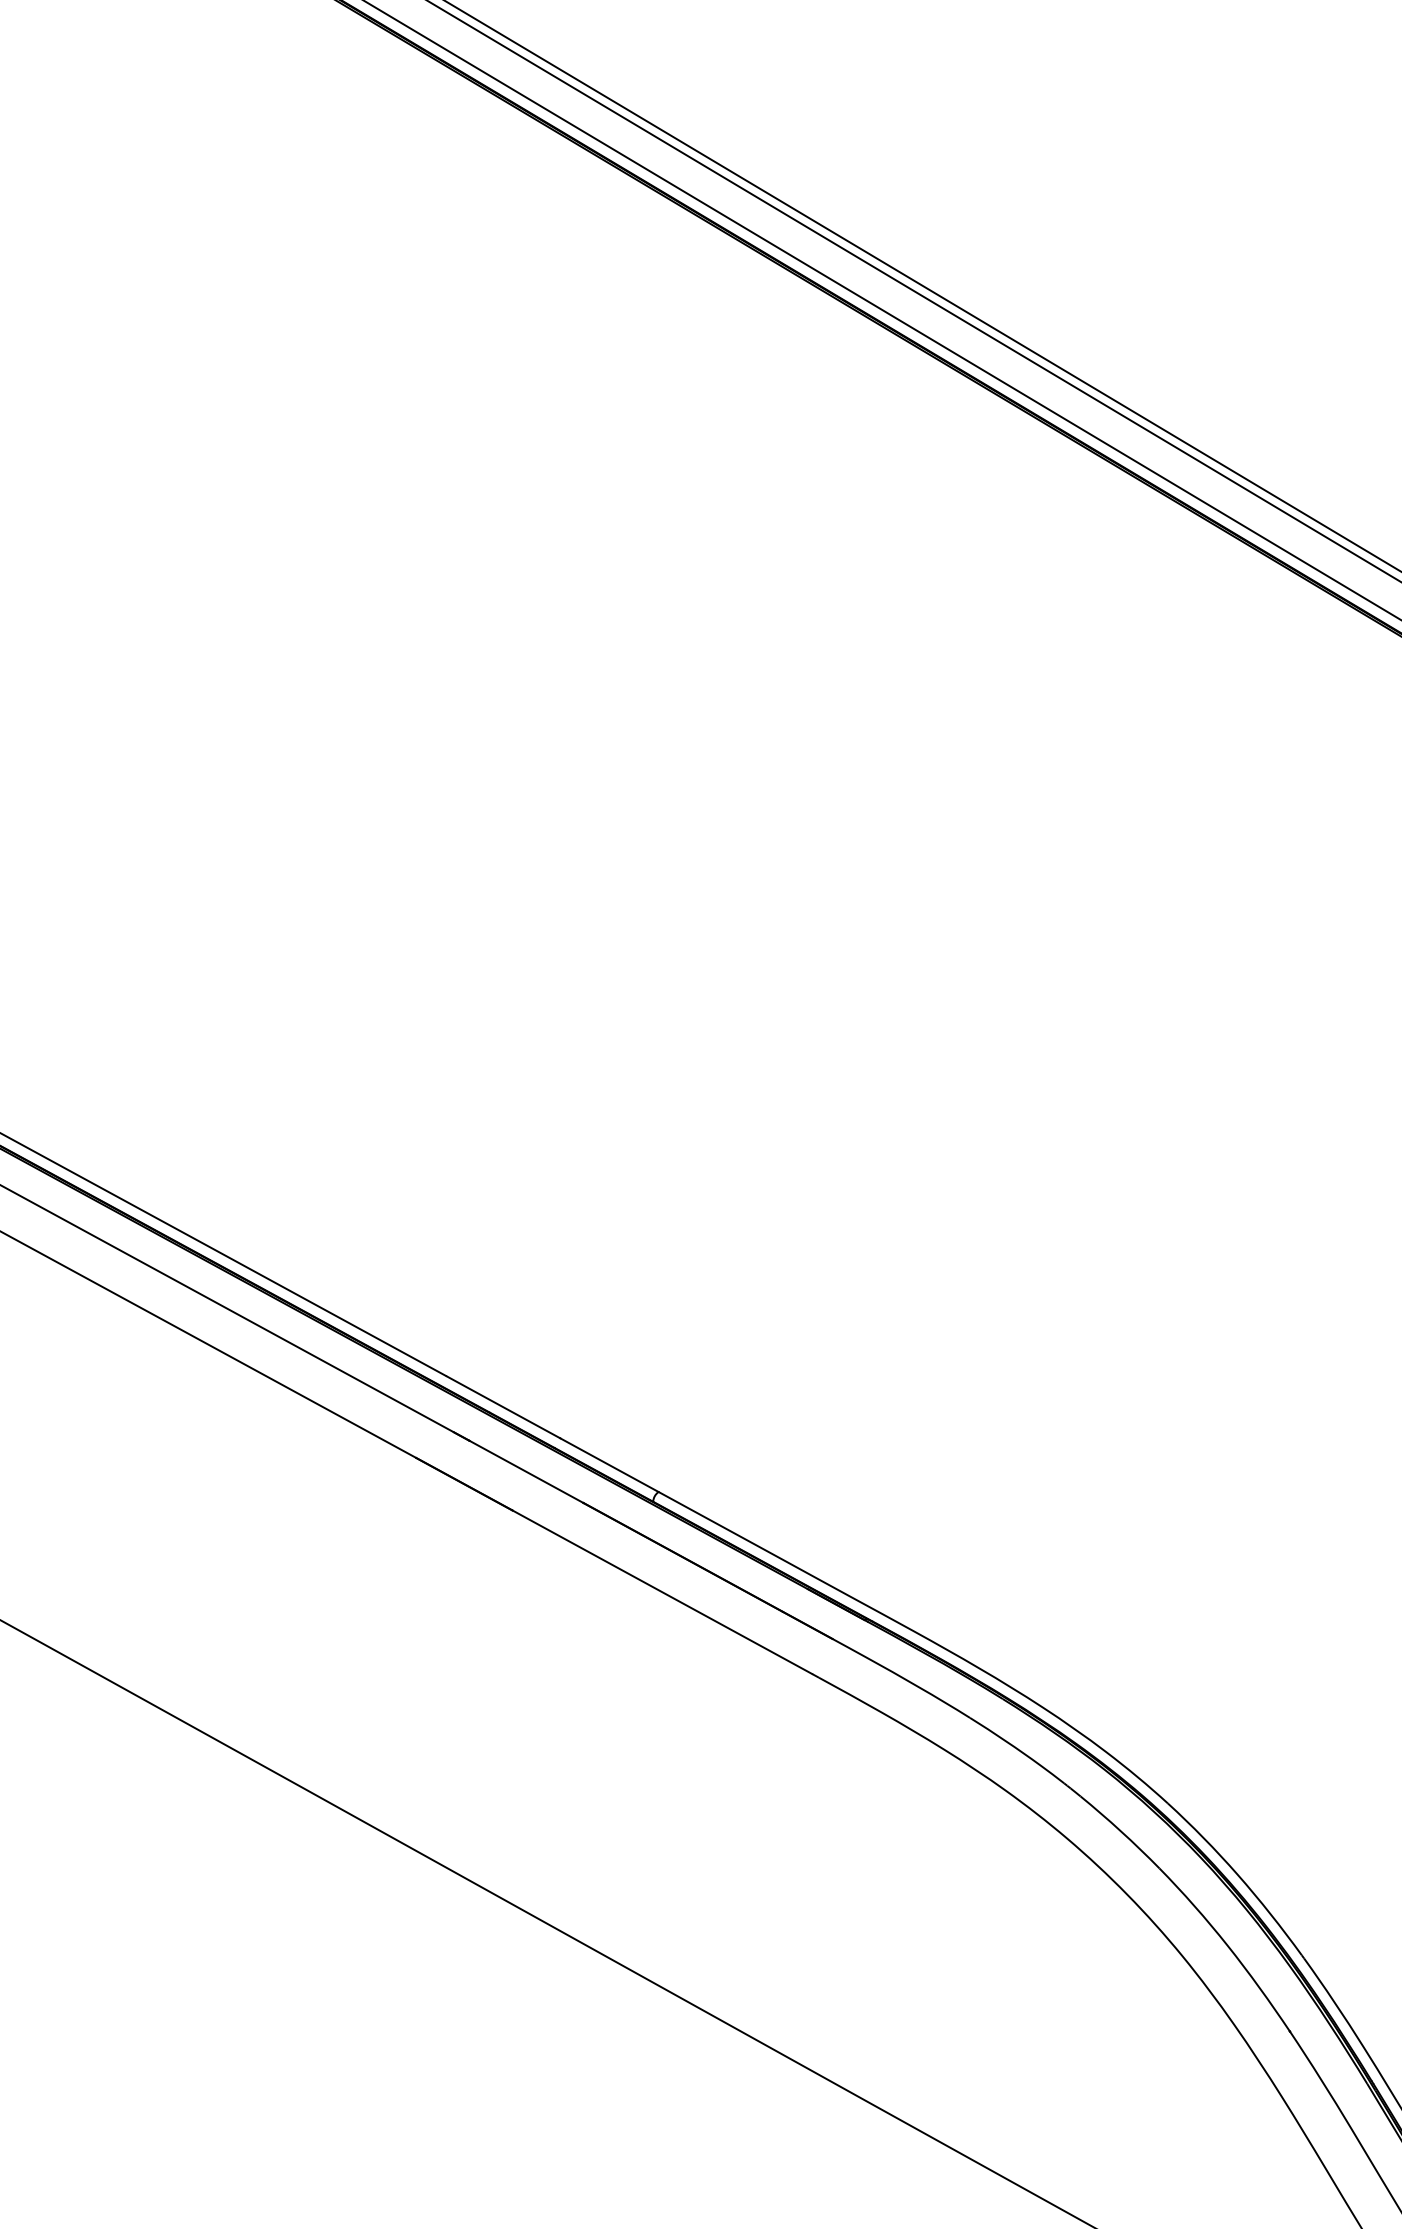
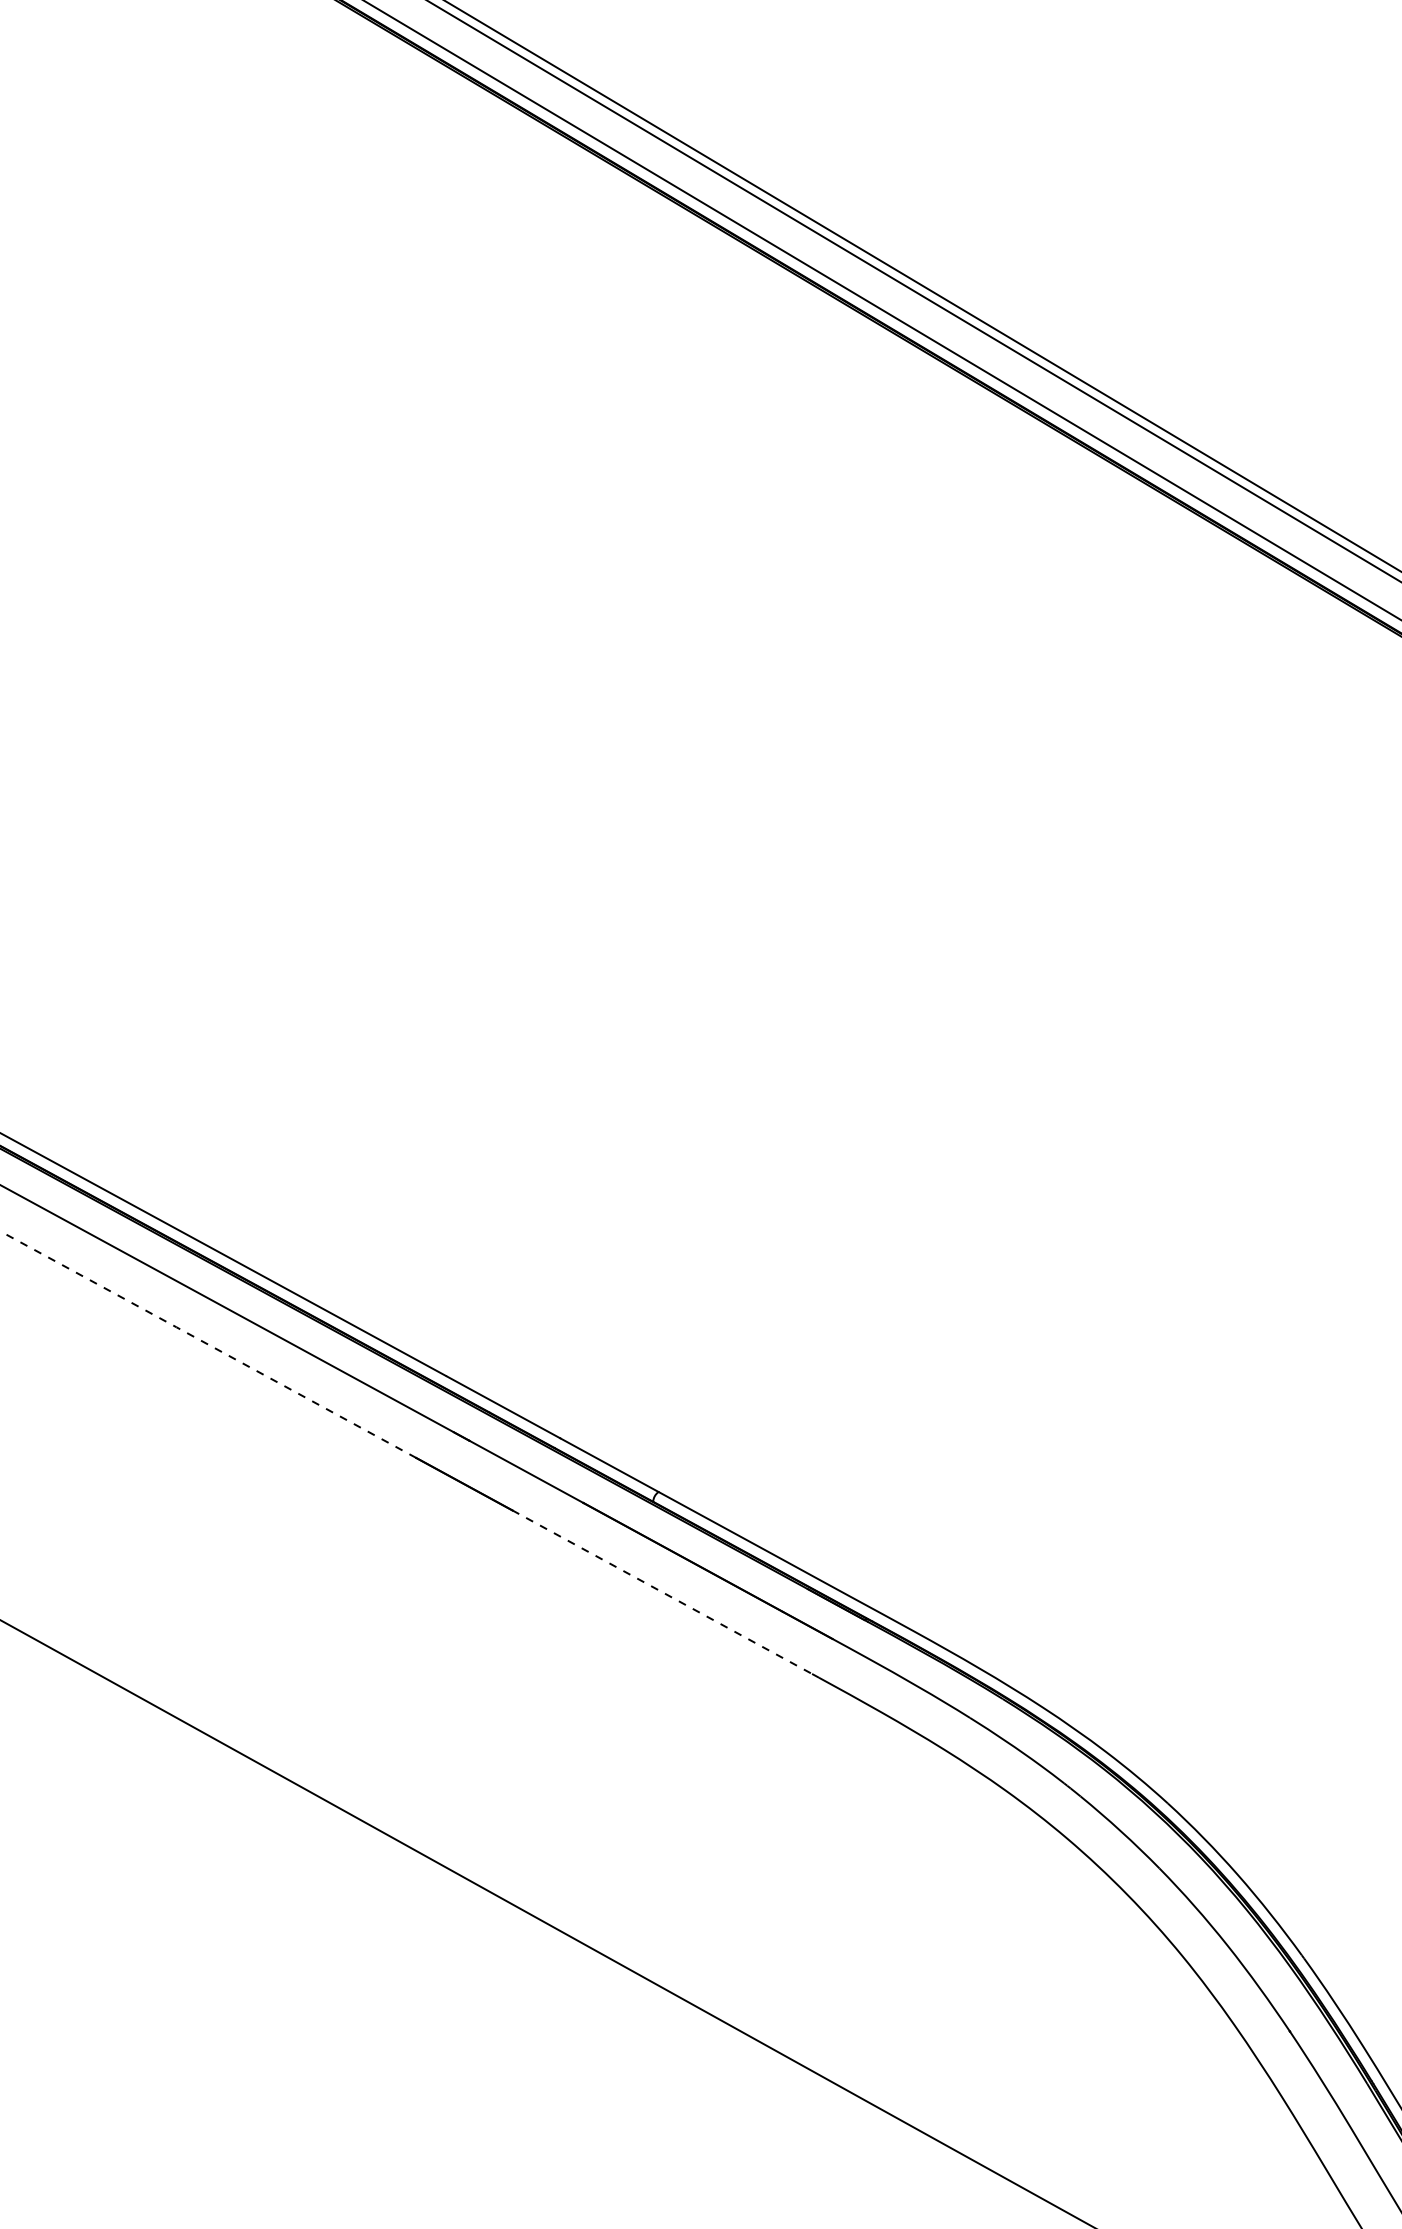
arc at (208, 1344): solid -> dashed
line at (662, 1592): solid -> dashed
